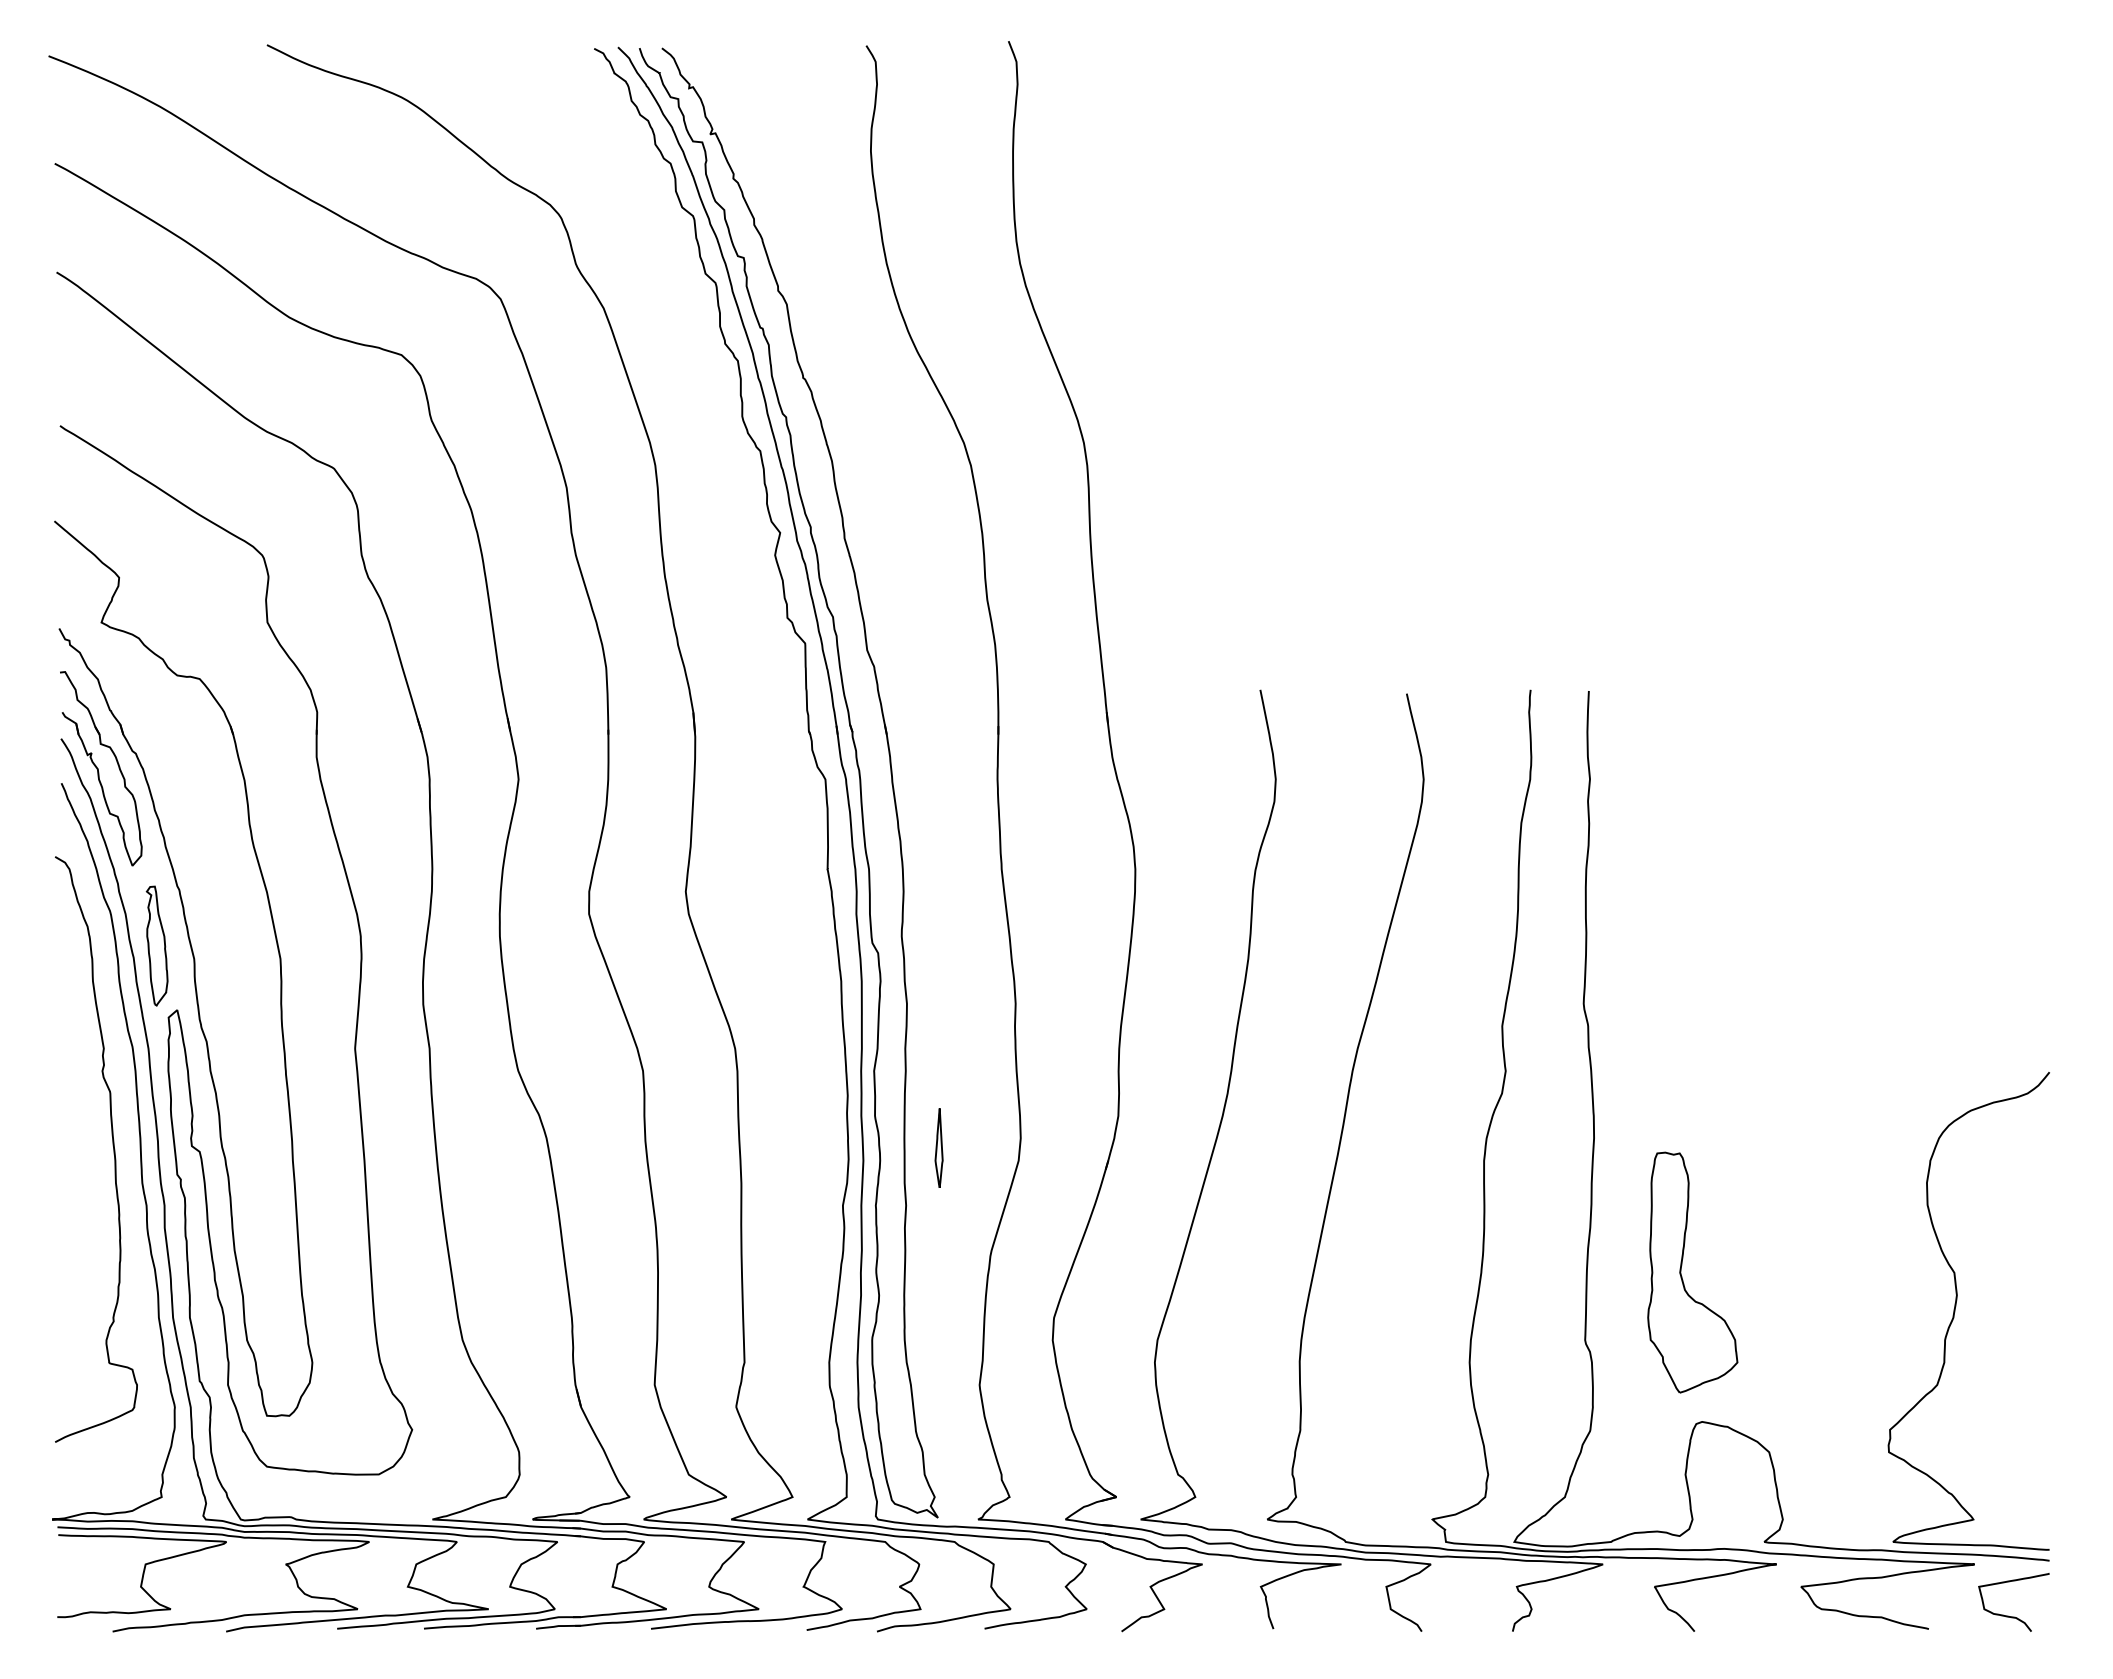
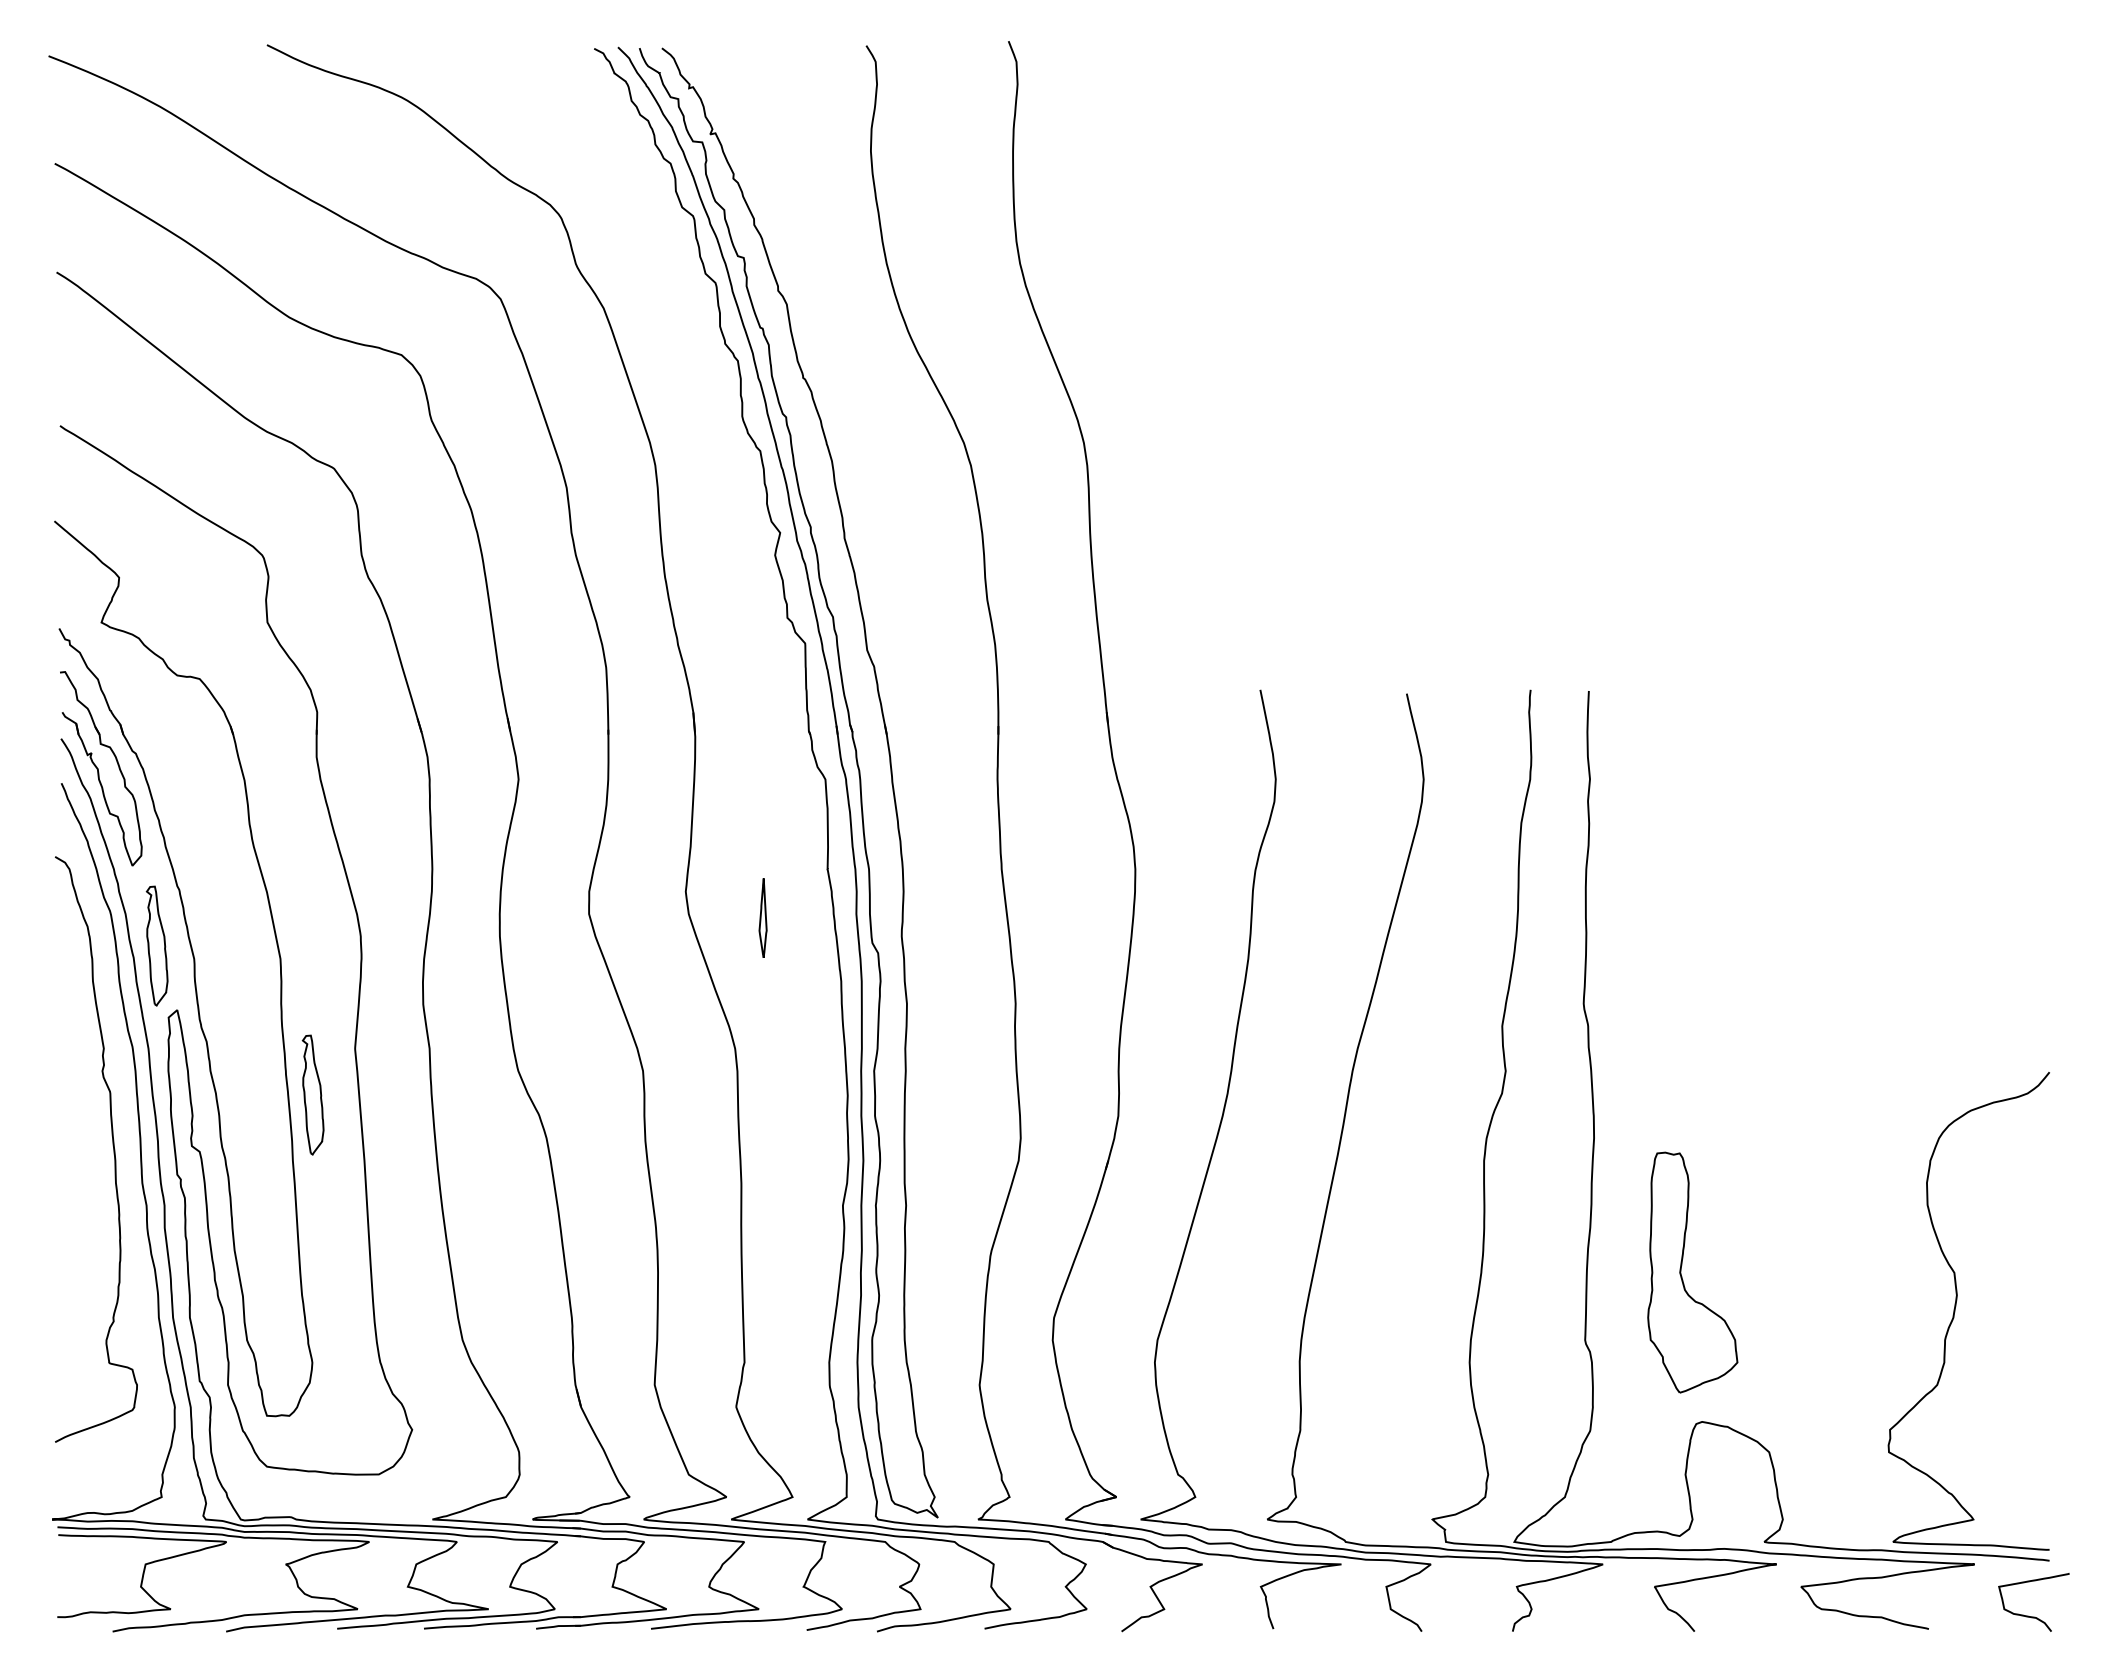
part at (312, 1094): none -> present
part at (938, 1147) position: (938, 1147) -> (762, 917)
curve at (2008, 1615) position: (2008, 1615) -> (2028, 1615)
